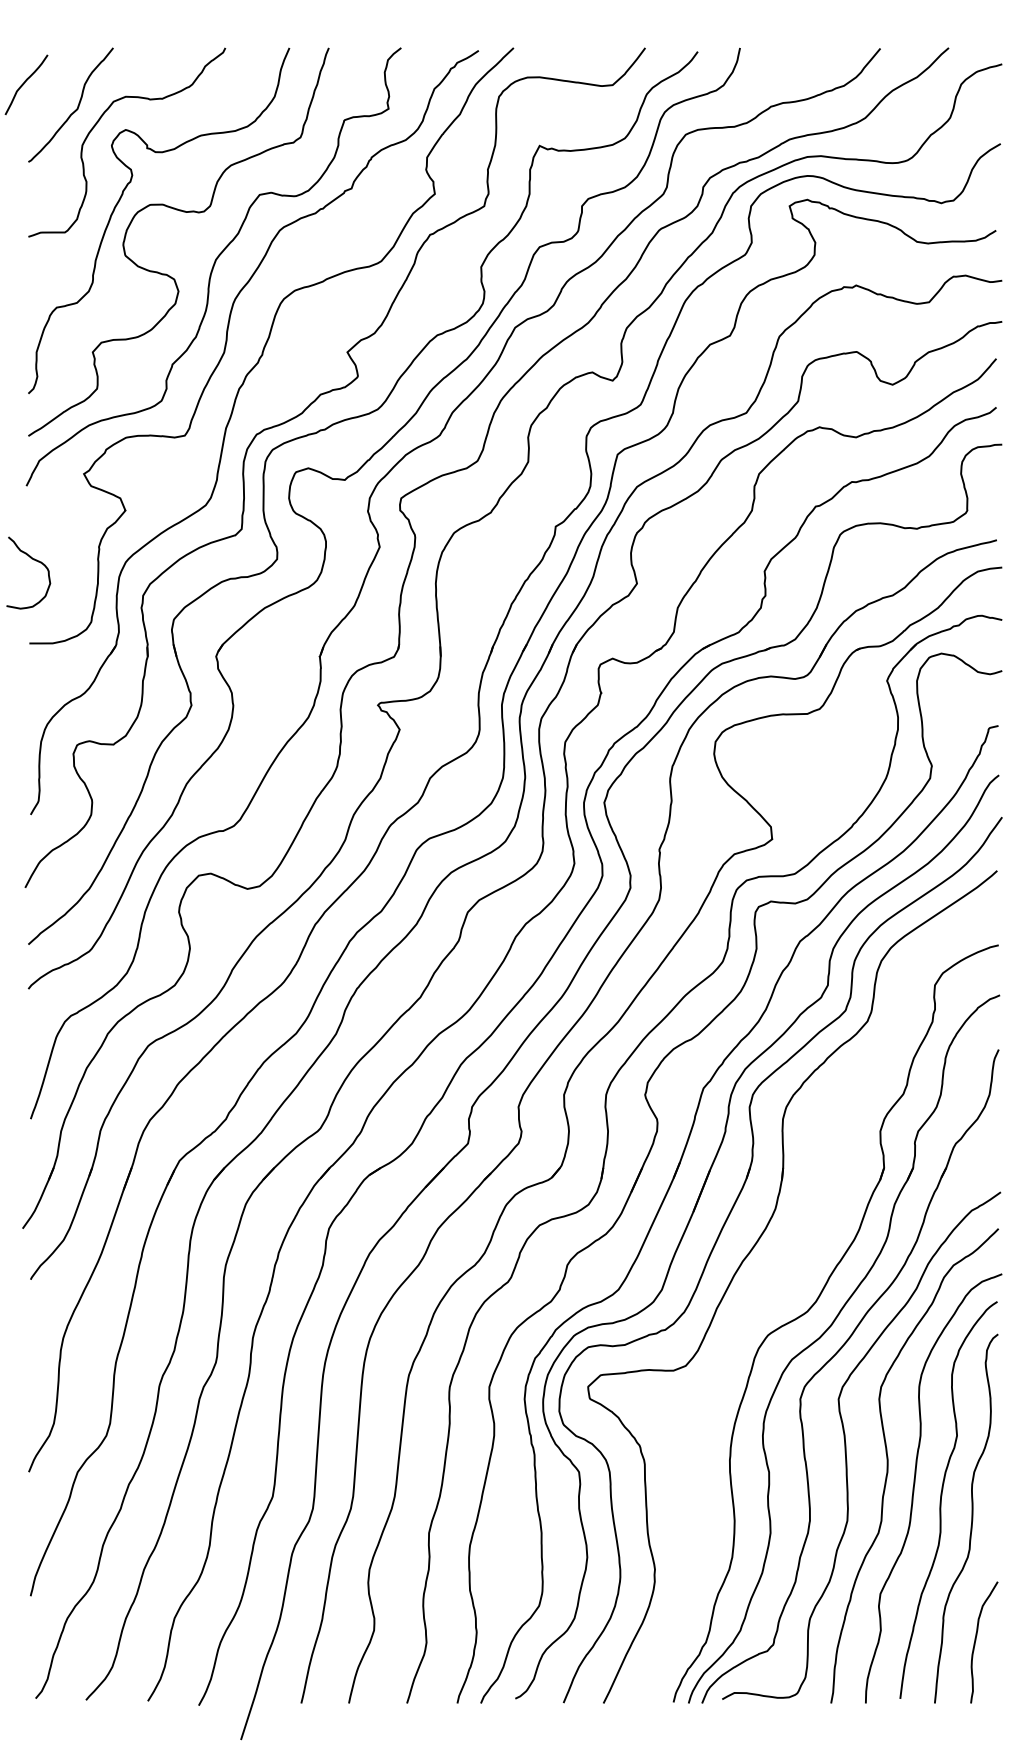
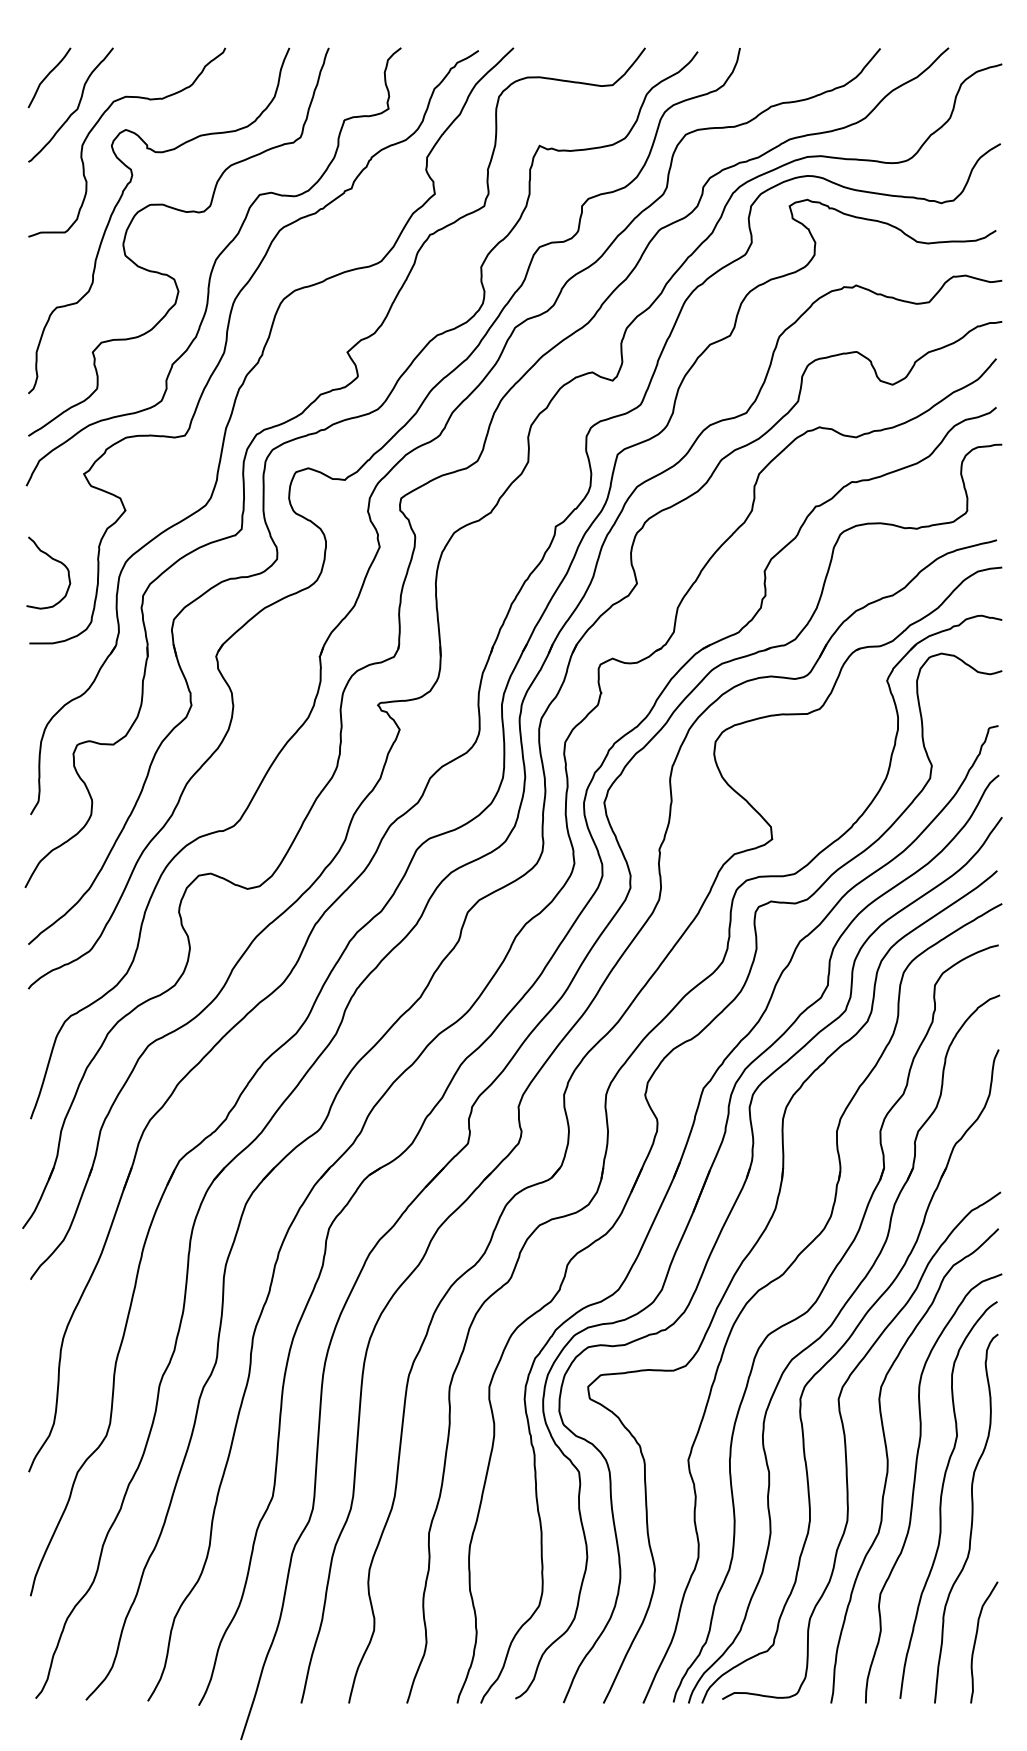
curve at (24, 84) position: (24, 84) -> (47, 77)
curve at (33, 560) position: (33, 560) -> (53, 560)
part at (785, 1273): none -> present
